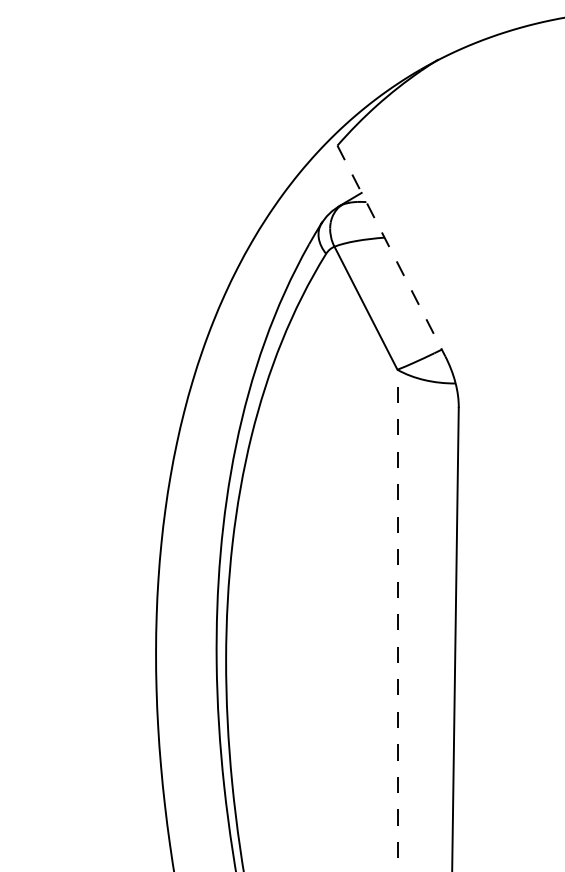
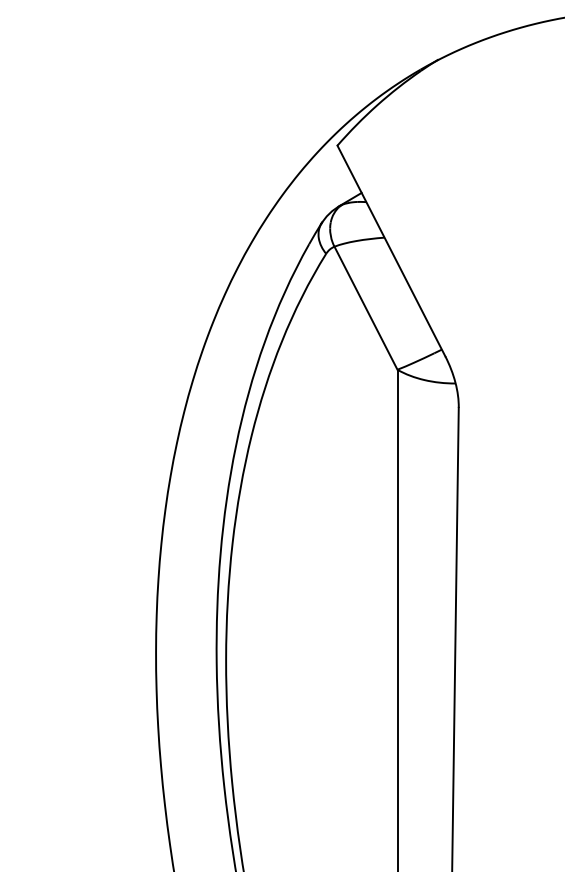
line at (391, 251): dashed -> solid
line at (397, 620): dashed -> solid
